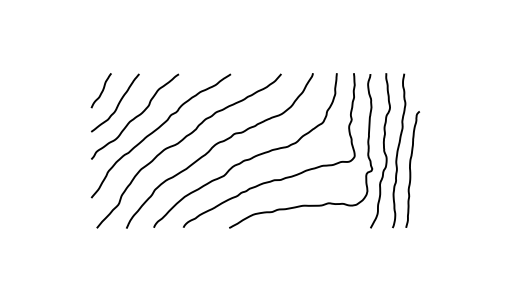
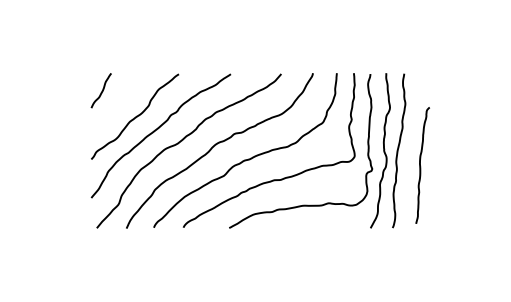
curve at (117, 104): present -> none
curve at (411, 170) position: (411, 170) -> (421, 166)
